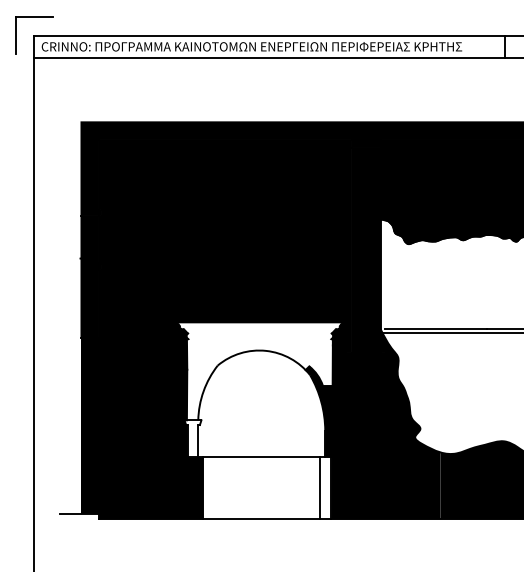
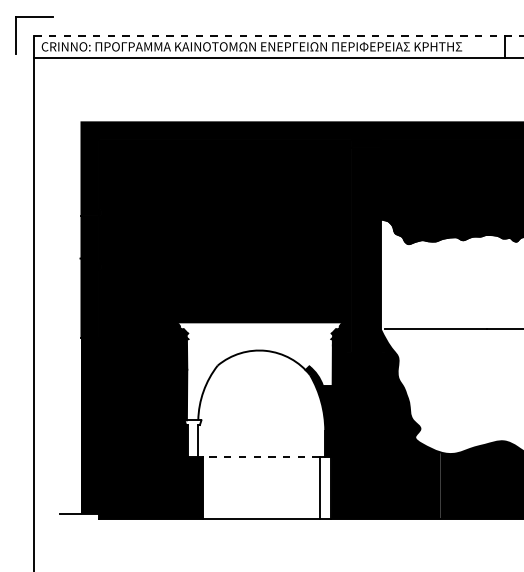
line at (278, 35): solid -> dashed
line at (451, 332): present -> none
line at (261, 457): solid -> dashed
